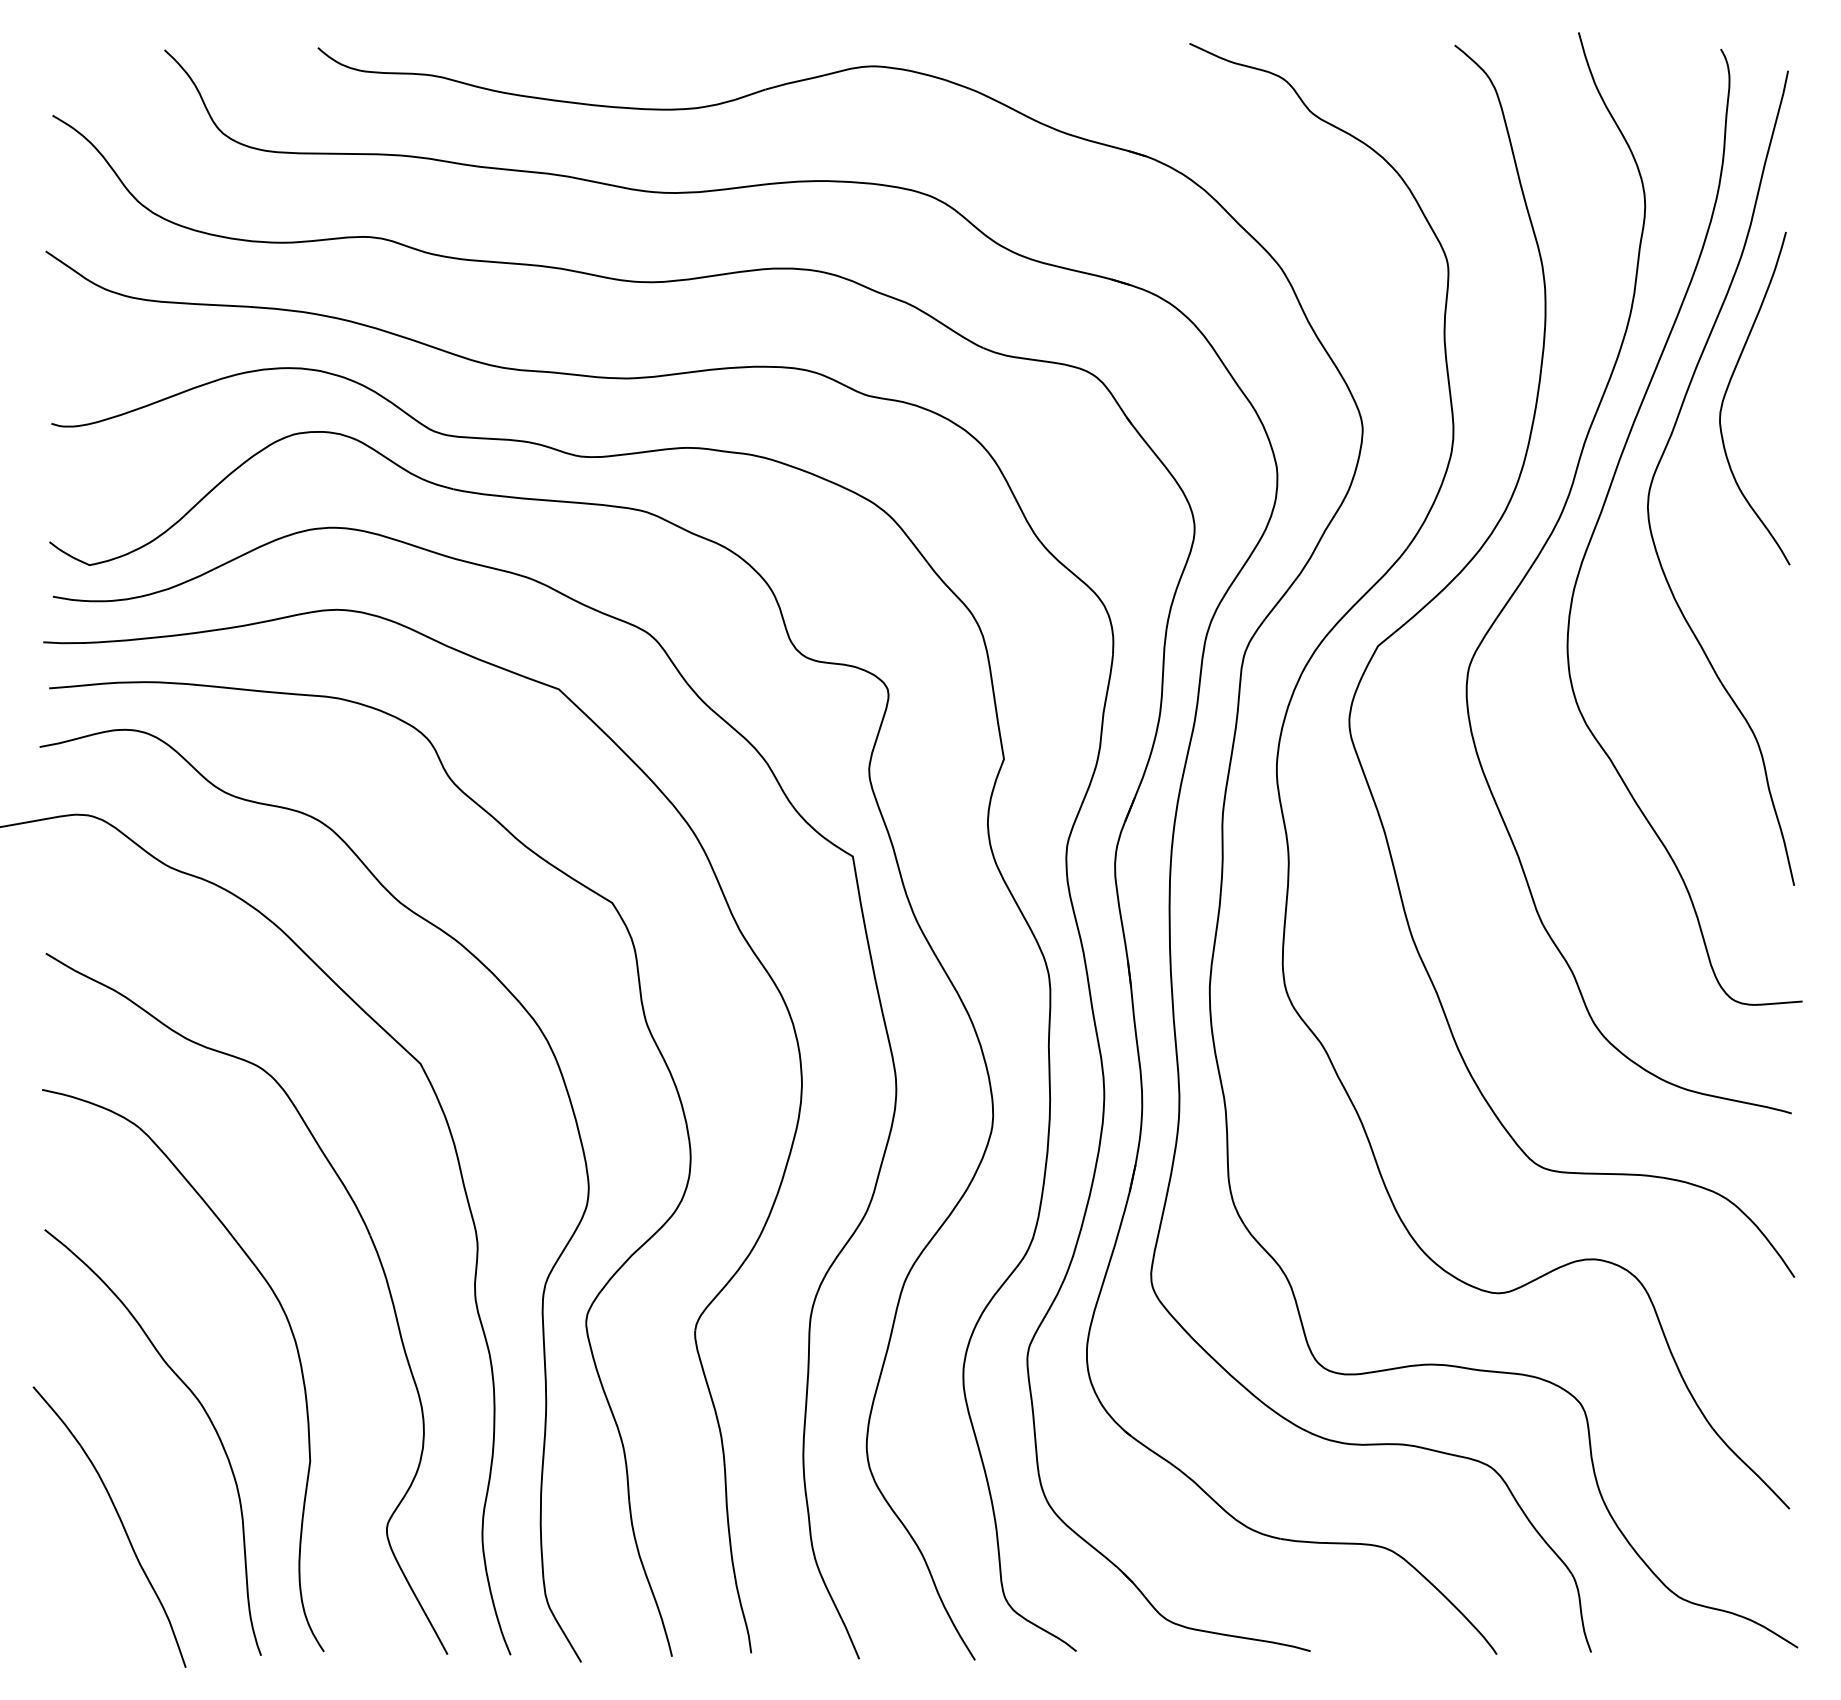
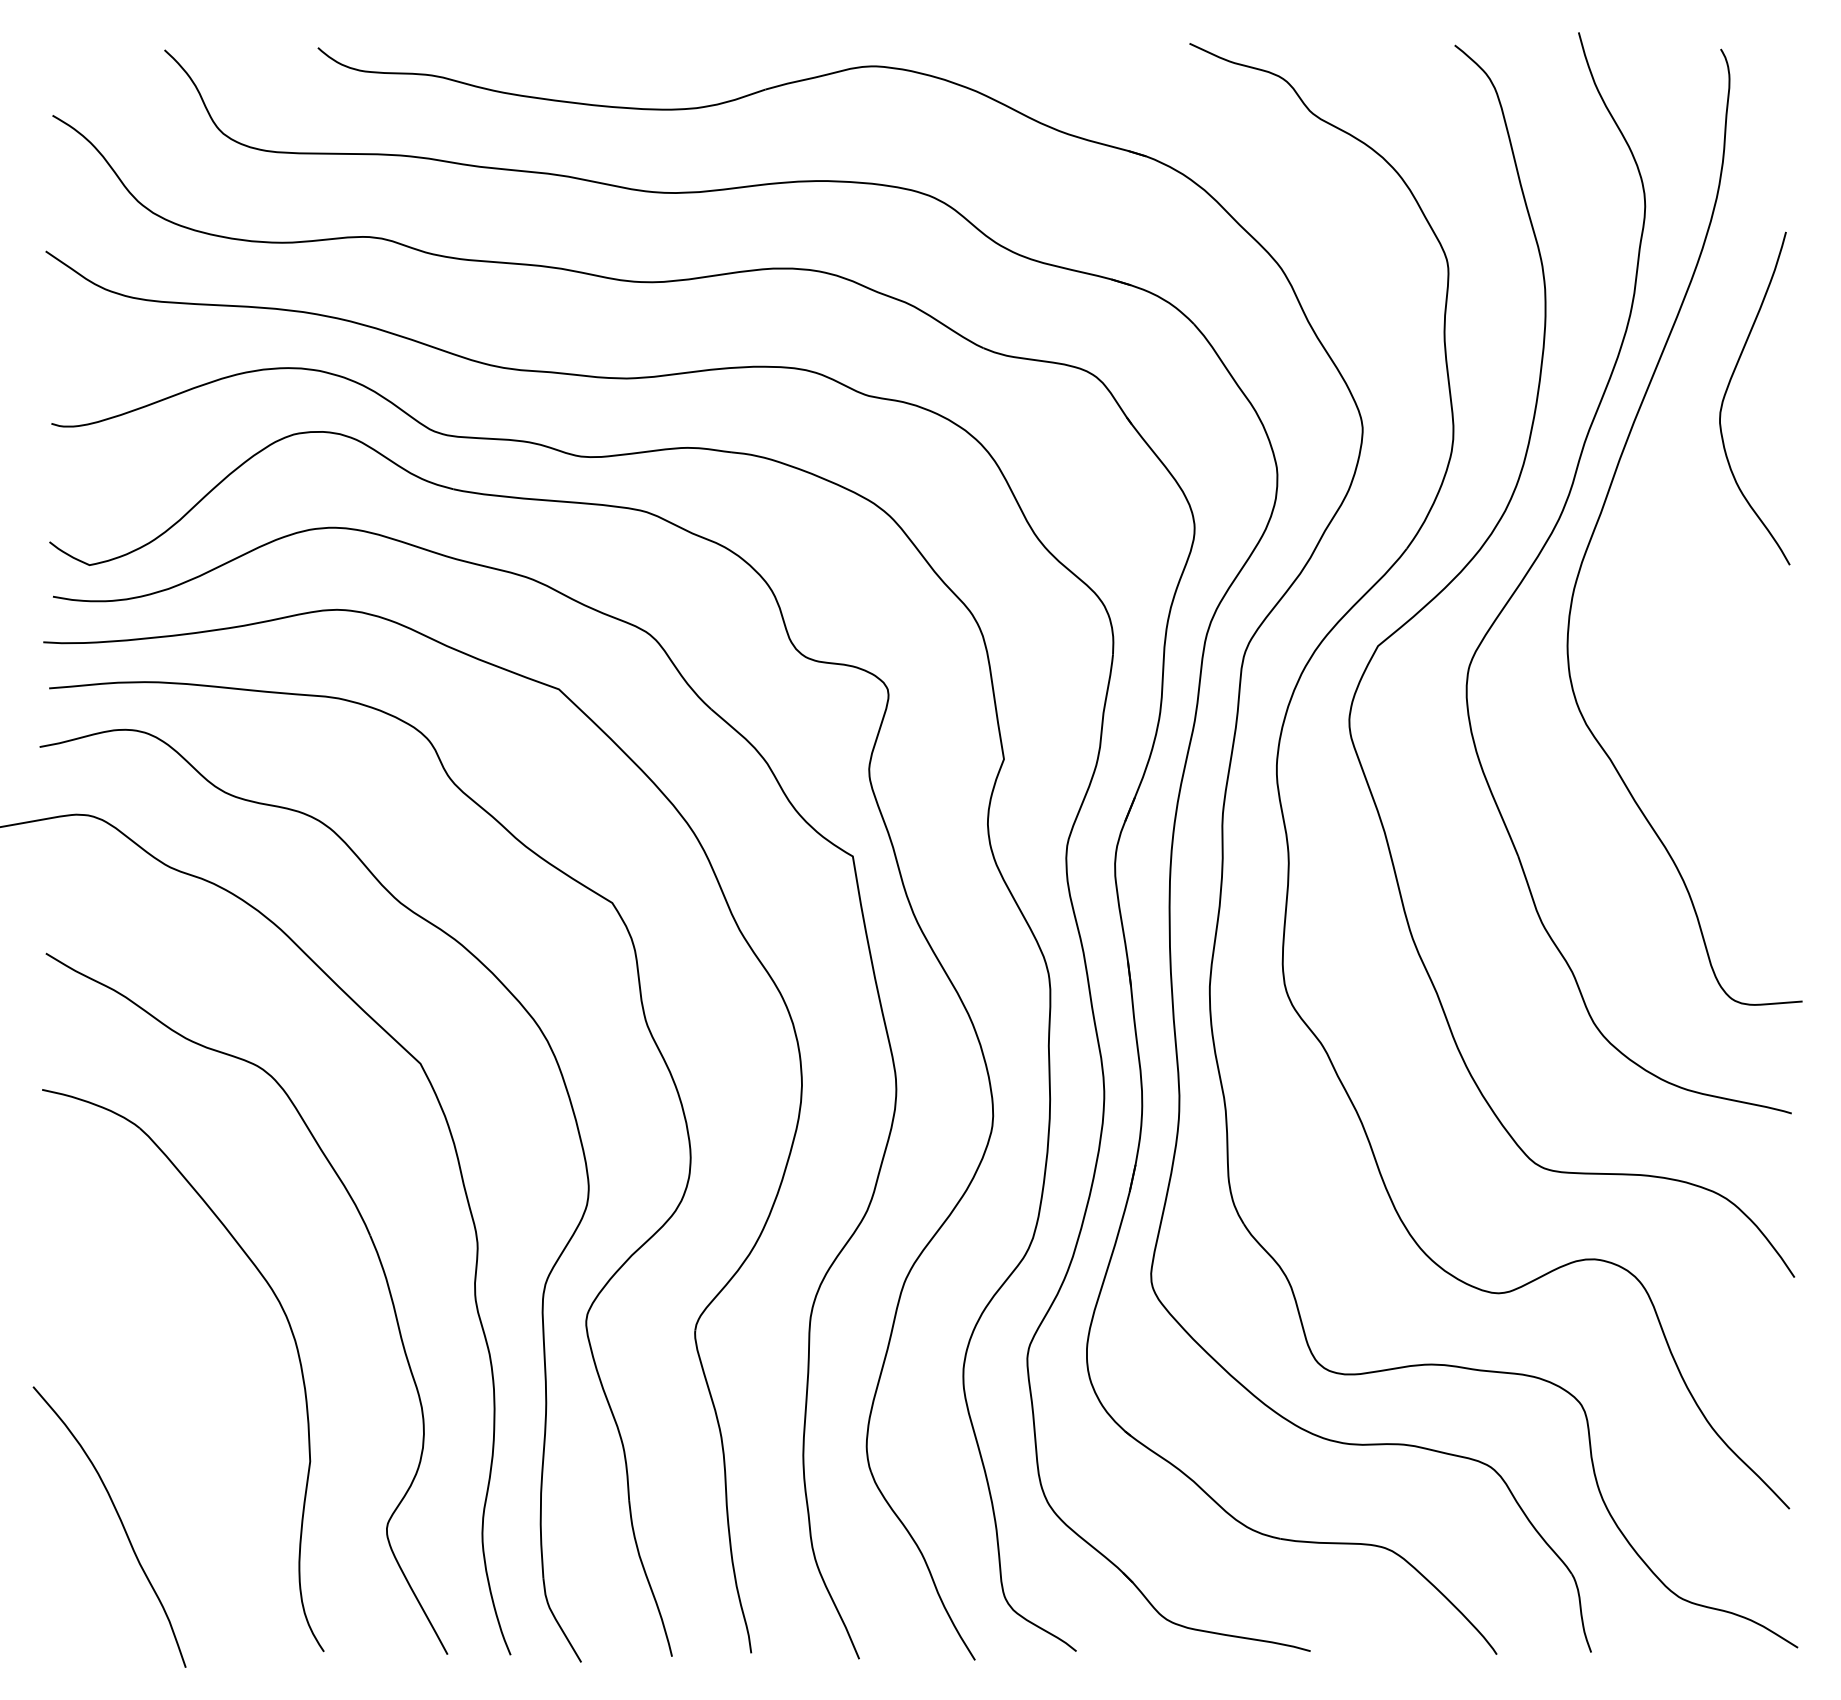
curve at (1665, 451): present -> none
curve at (203, 1410): present -> none
